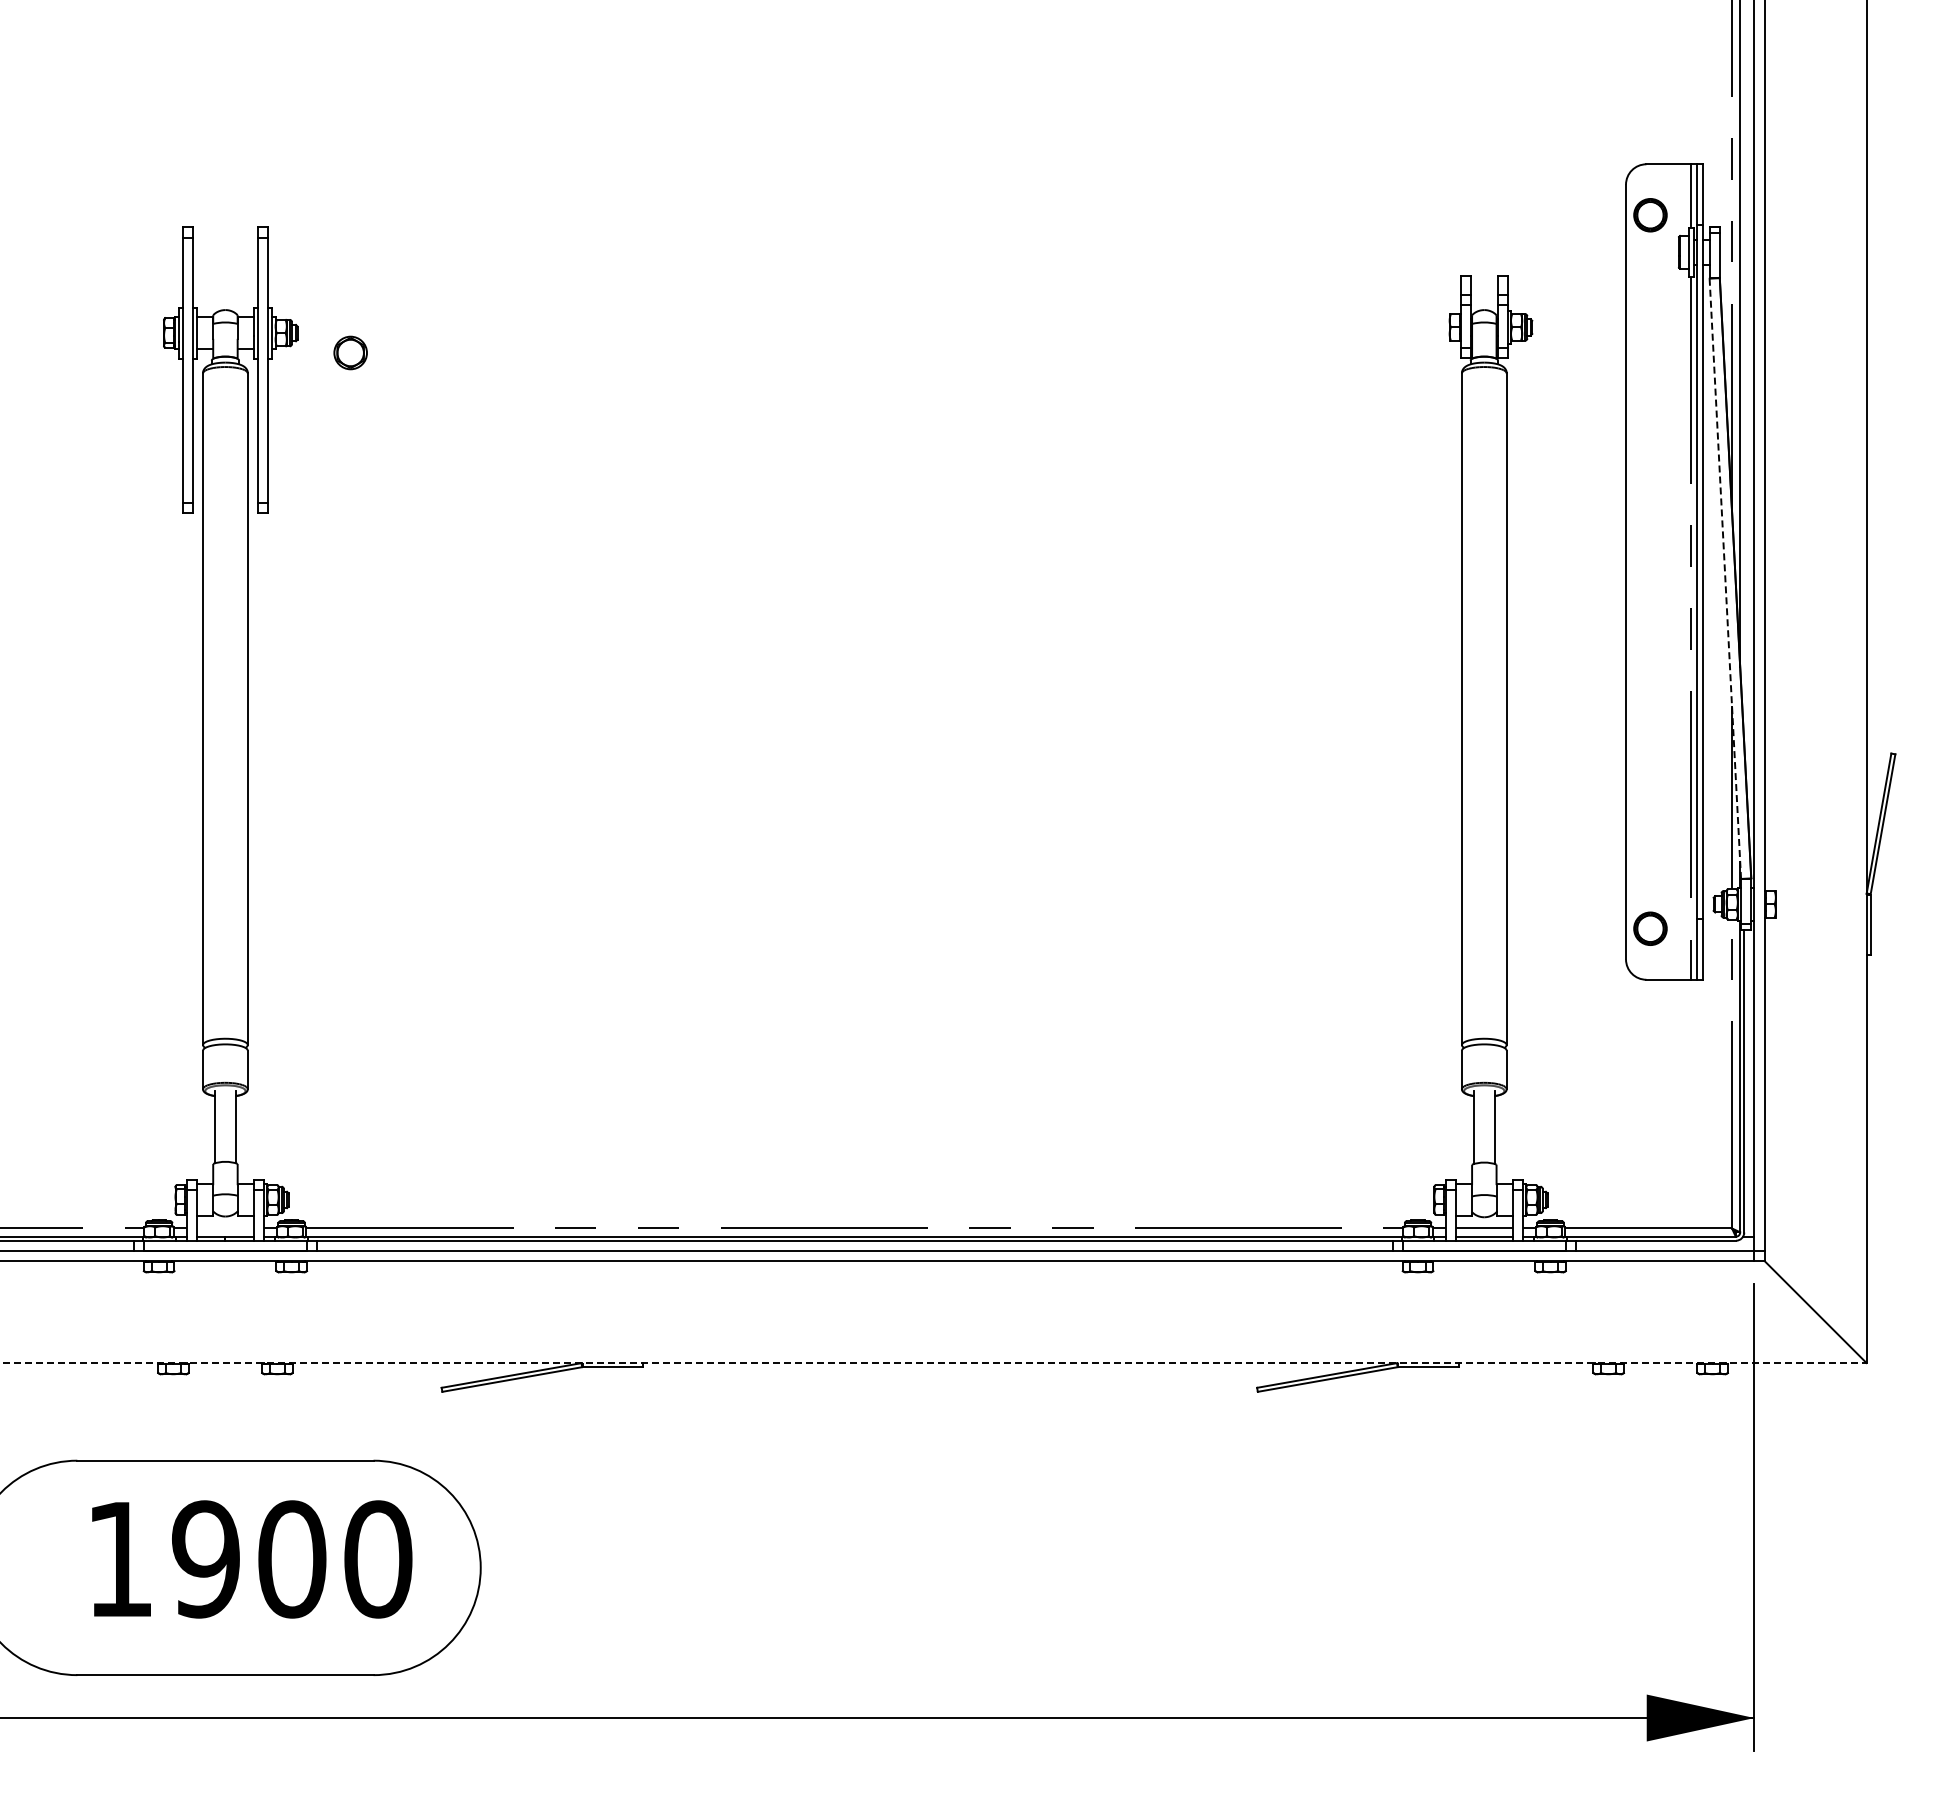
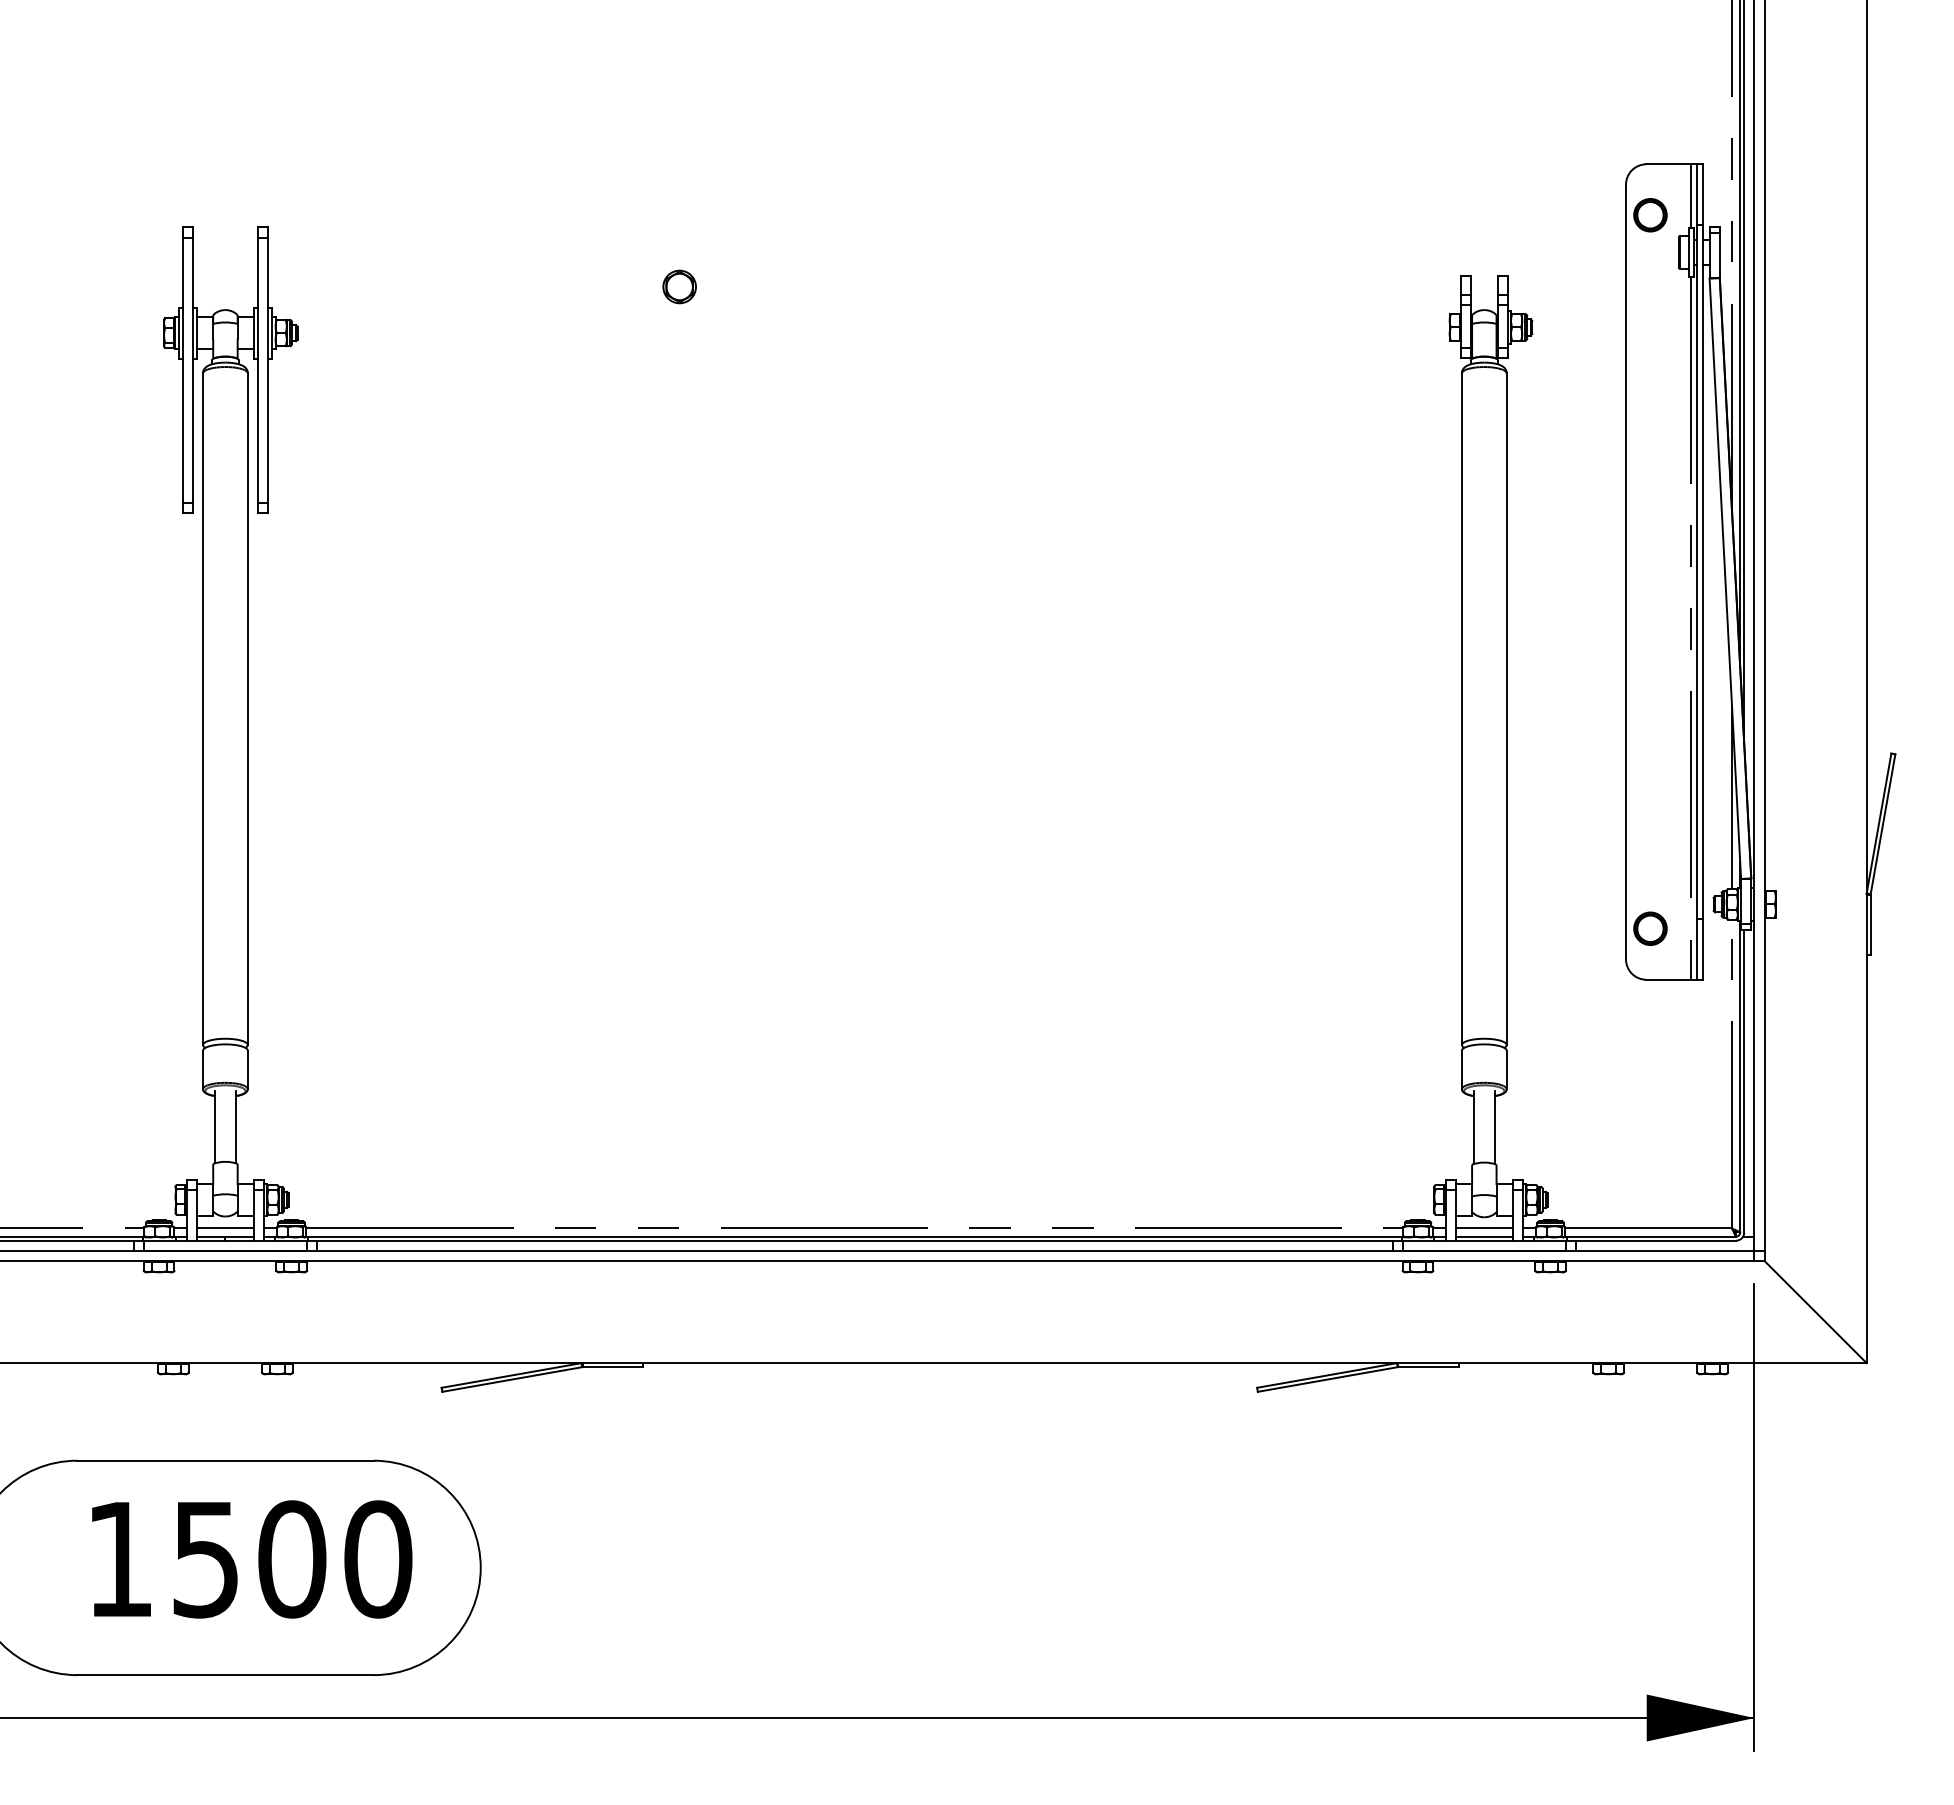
part at (350, 352) position: (350, 352) -> (679, 286)
line at (1744, 373): none -> present
line at (1725, 578): dashed -> solid
line at (224, 1228): none -> present
line at (933, 1363): dashed -> solid
text at (205, 1559): 1900 -> 1500
